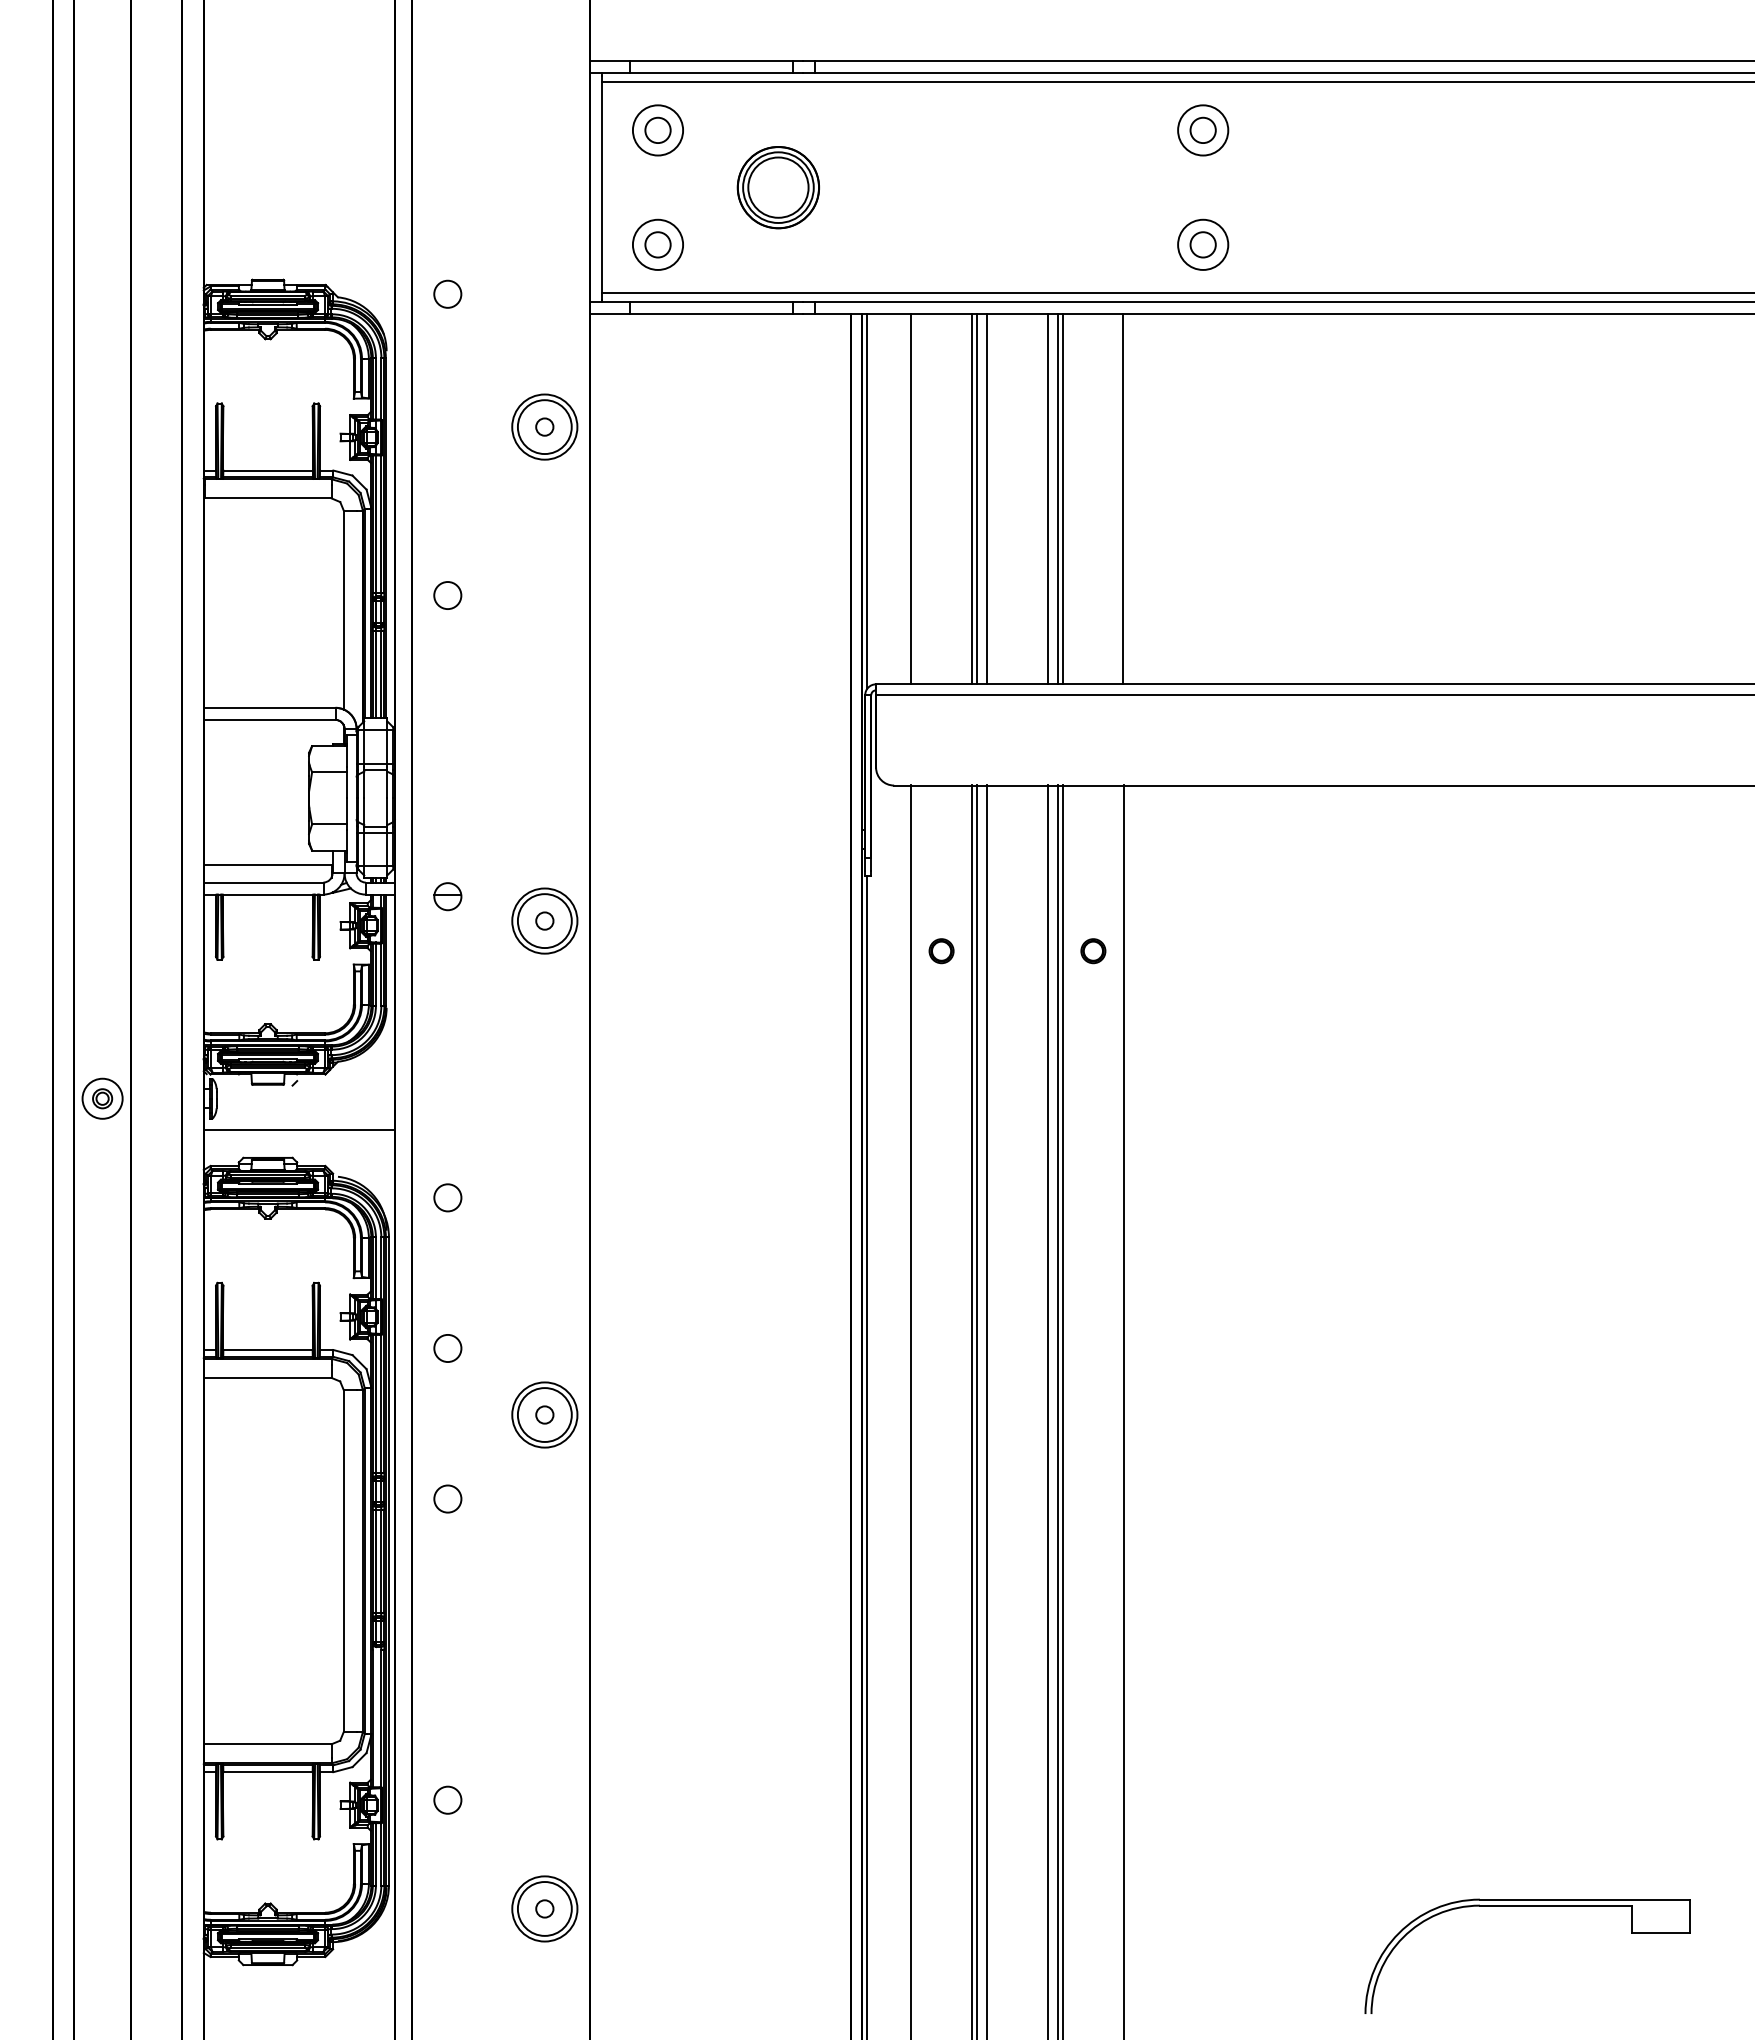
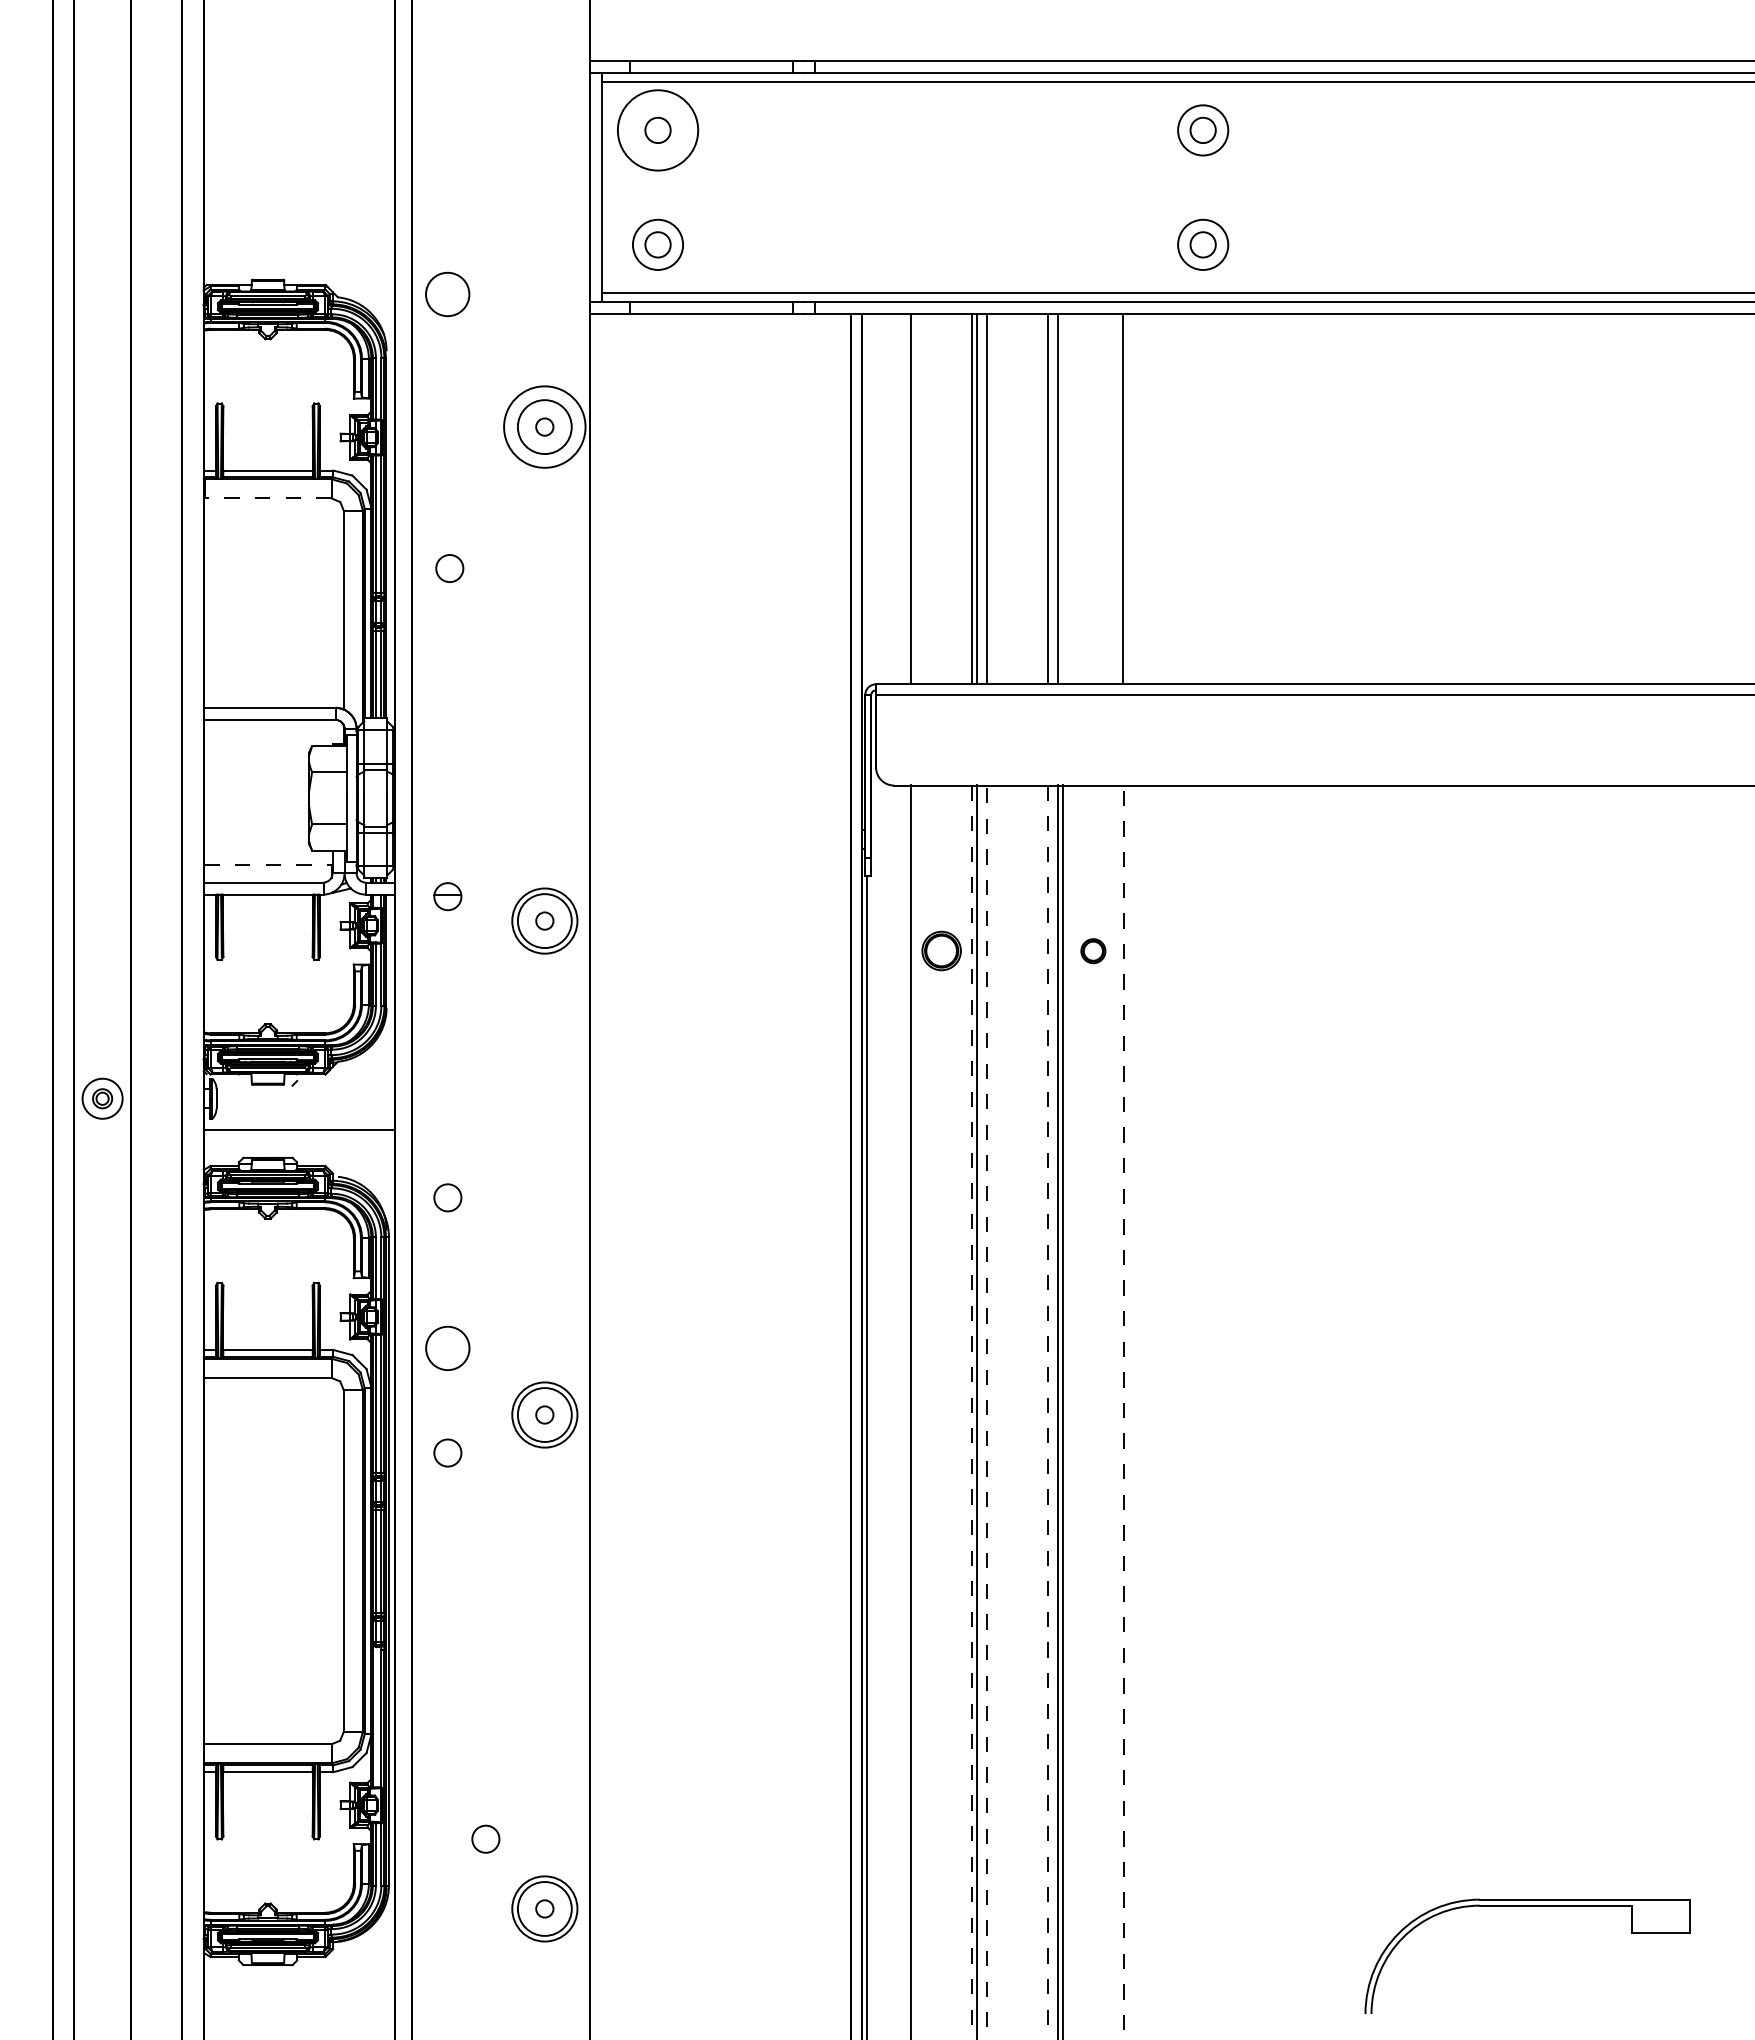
circle at (657, 130) diameter: 50 px -> 80 px
part at (777, 187): present -> none
circle at (447, 293) size: 30x30 px -> 46x47 px
circle at (544, 426) diameter: 65 px -> 81 px
line at (267, 498): solid -> dashed
line at (1063, 499): present -> none
line at (866, 501): present -> none
circle at (447, 595) position: (447, 595) -> (449, 568)
line at (268, 864): solid -> dashed
part at (941, 951) size: 27x27 px -> 41x42 px
circle at (447, 1348) size: 30x29 px -> 46x46 px
line at (987, 1412): solid -> dashed
line at (1123, 1412): solid -> dashed
line at (971, 1413): solid -> dashed
line at (1047, 1413): solid -> dashed
circle at (447, 1498) position: (447, 1498) -> (447, 1452)
circle at (447, 1799) position: (447, 1799) -> (485, 1838)
